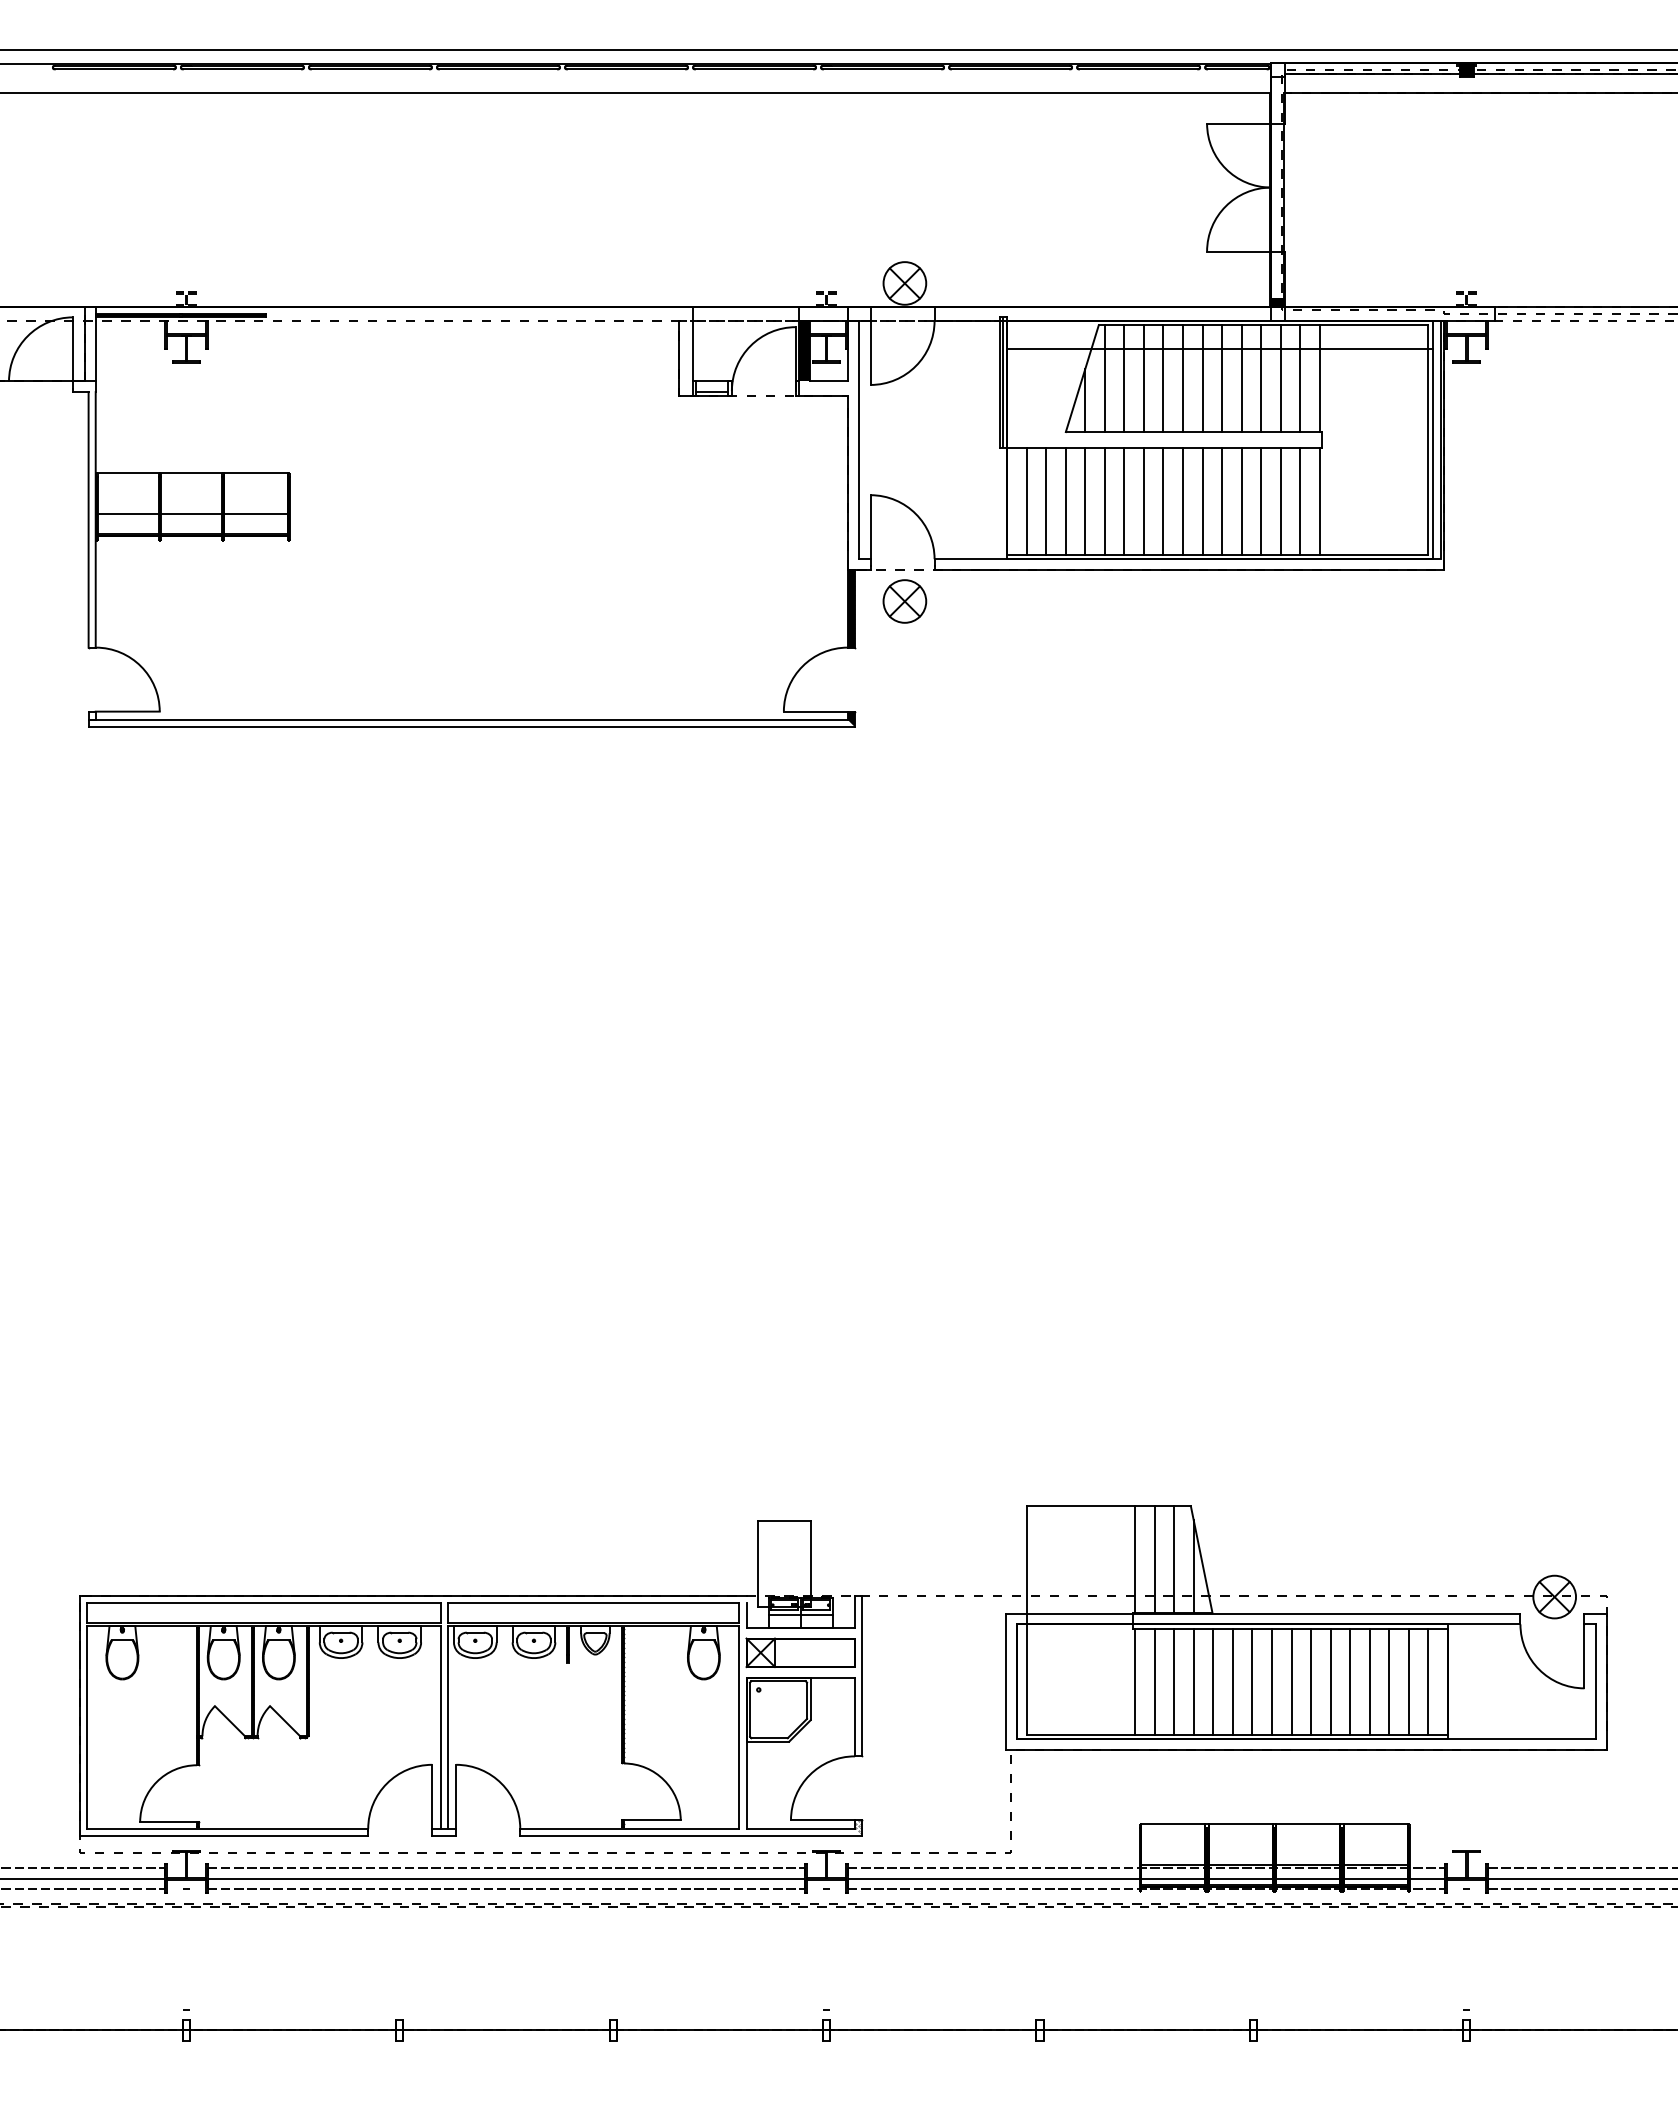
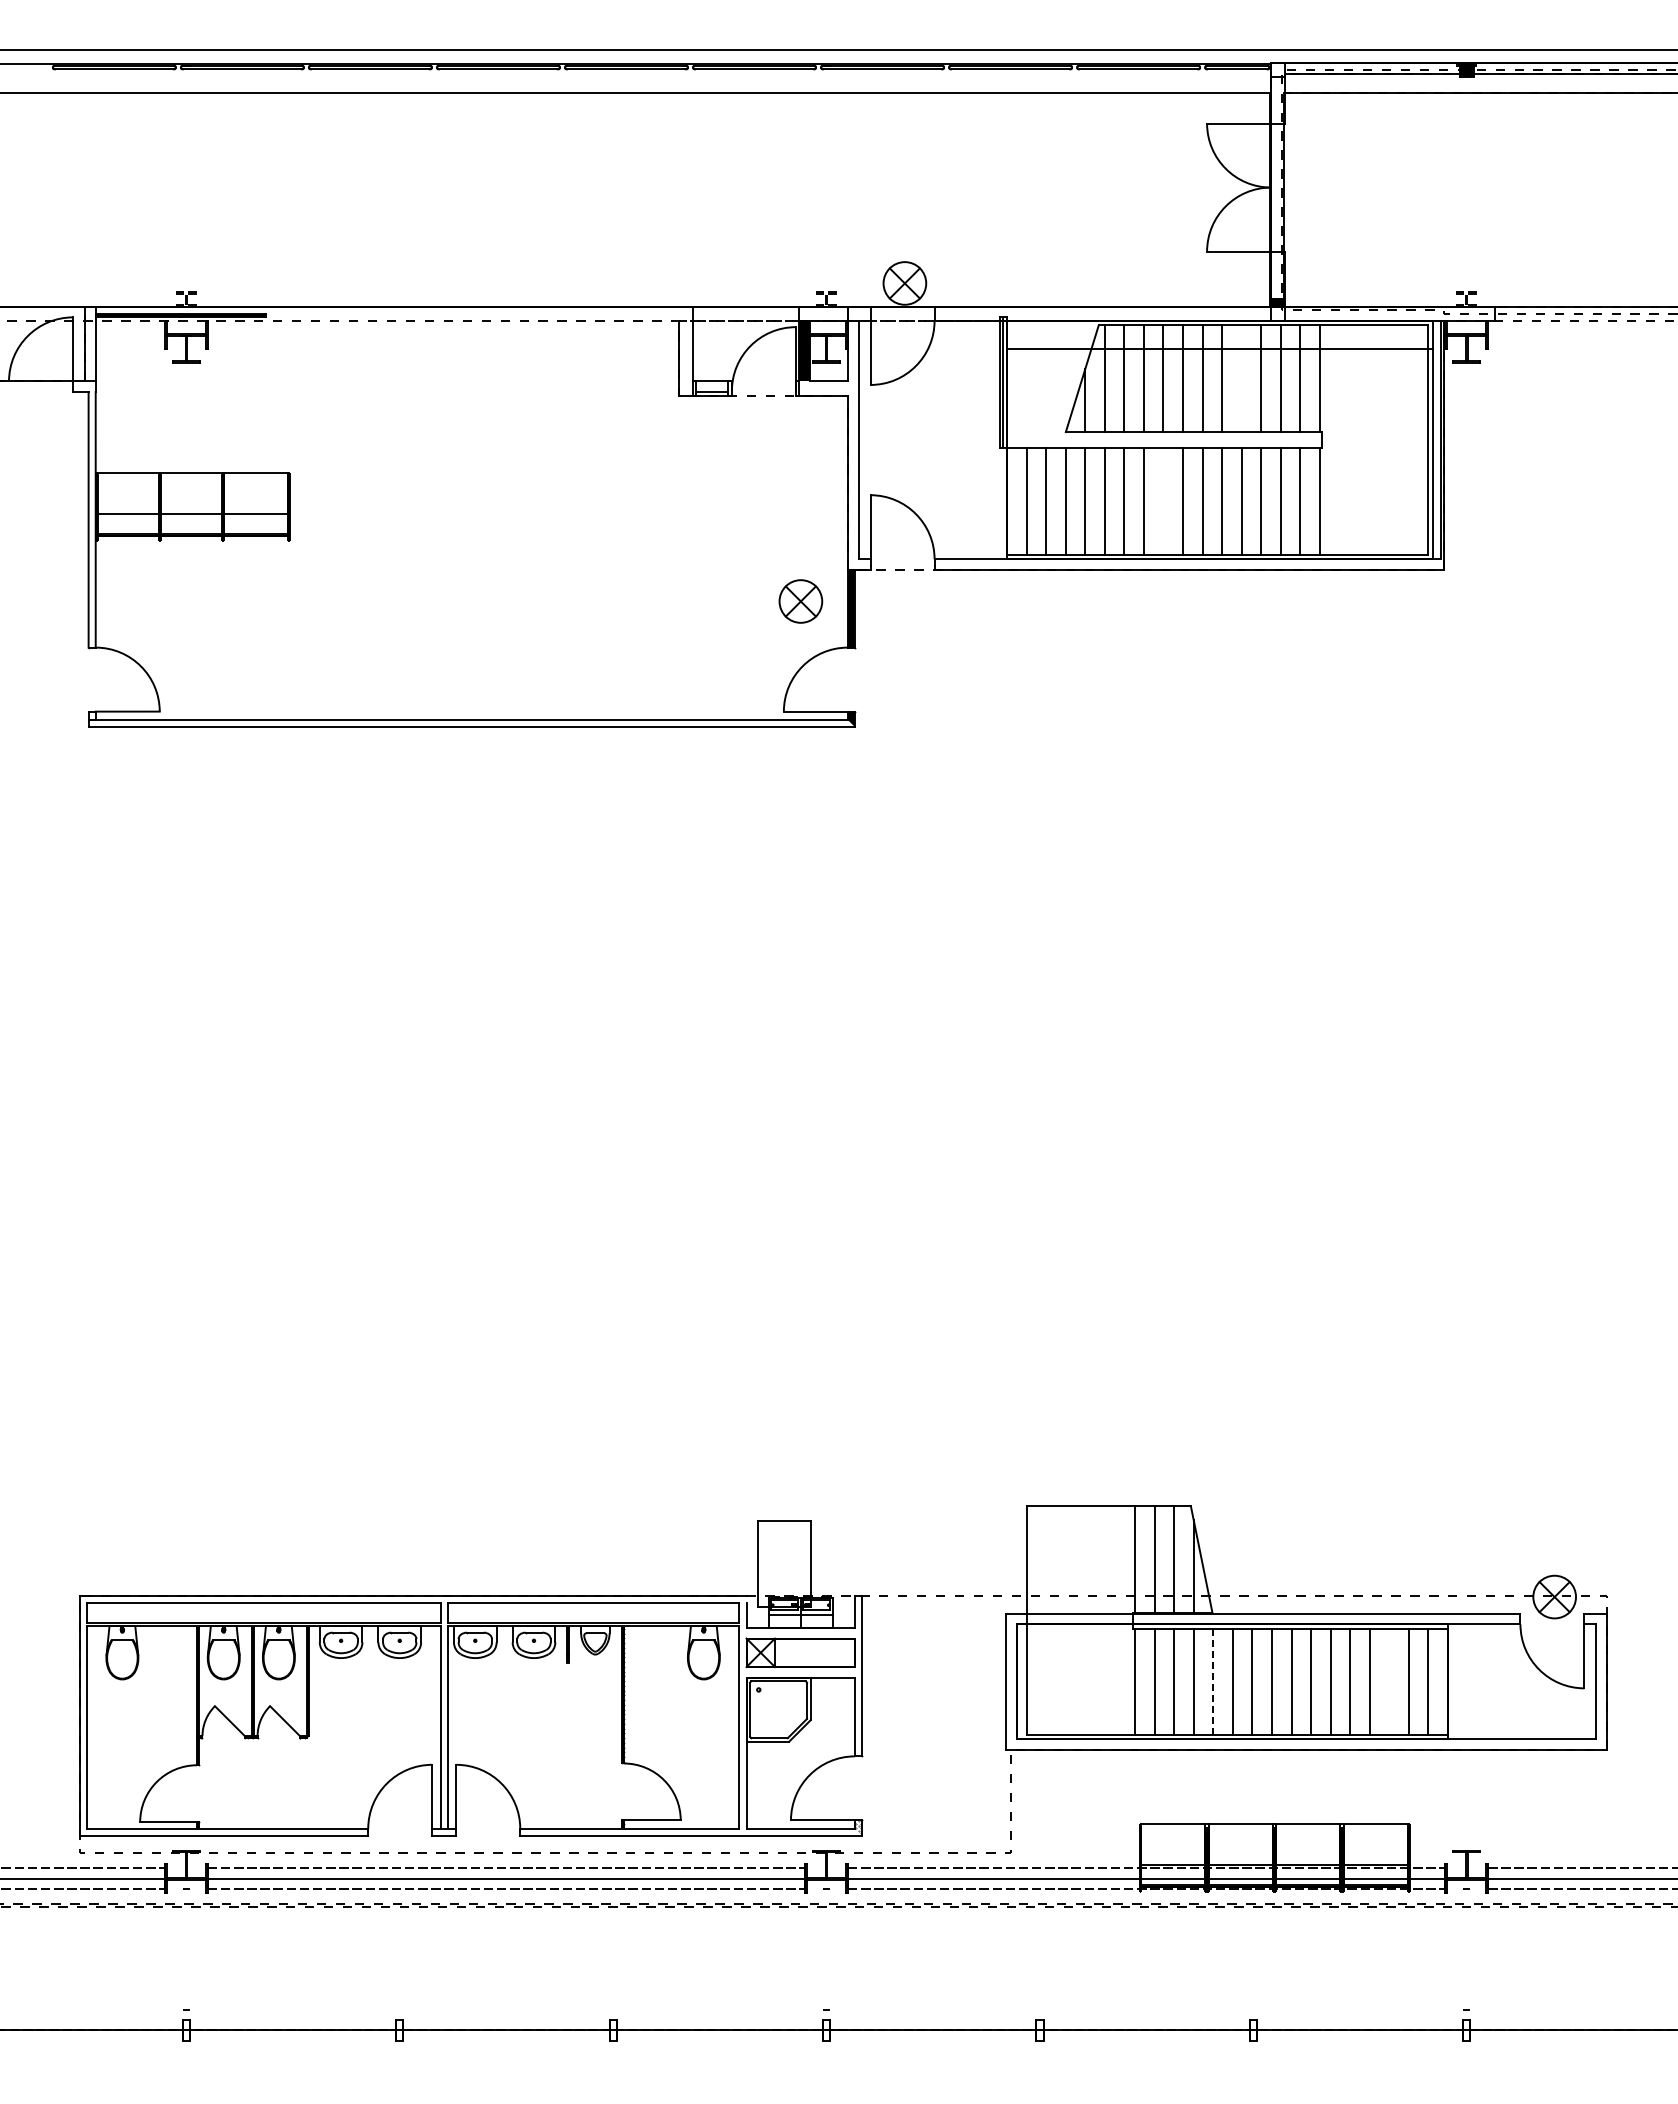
line at (1241, 378): present -> none
line at (1163, 501): present -> none
part at (904, 601) position: (904, 601) -> (800, 601)
line at (1213, 1681): solid -> dashed
line at (1389, 1681): present -> none
